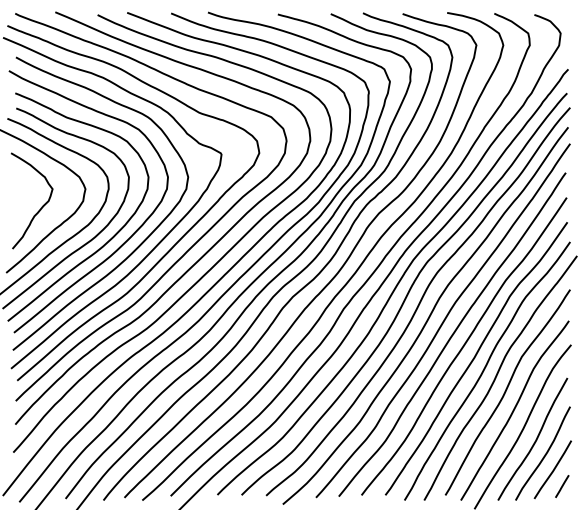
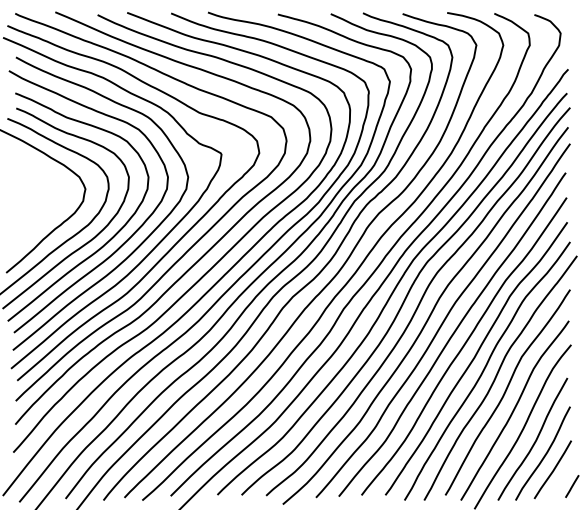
curve at (41, 206): present -> none
line at (562, 486) position: (562, 486) -> (572, 486)
